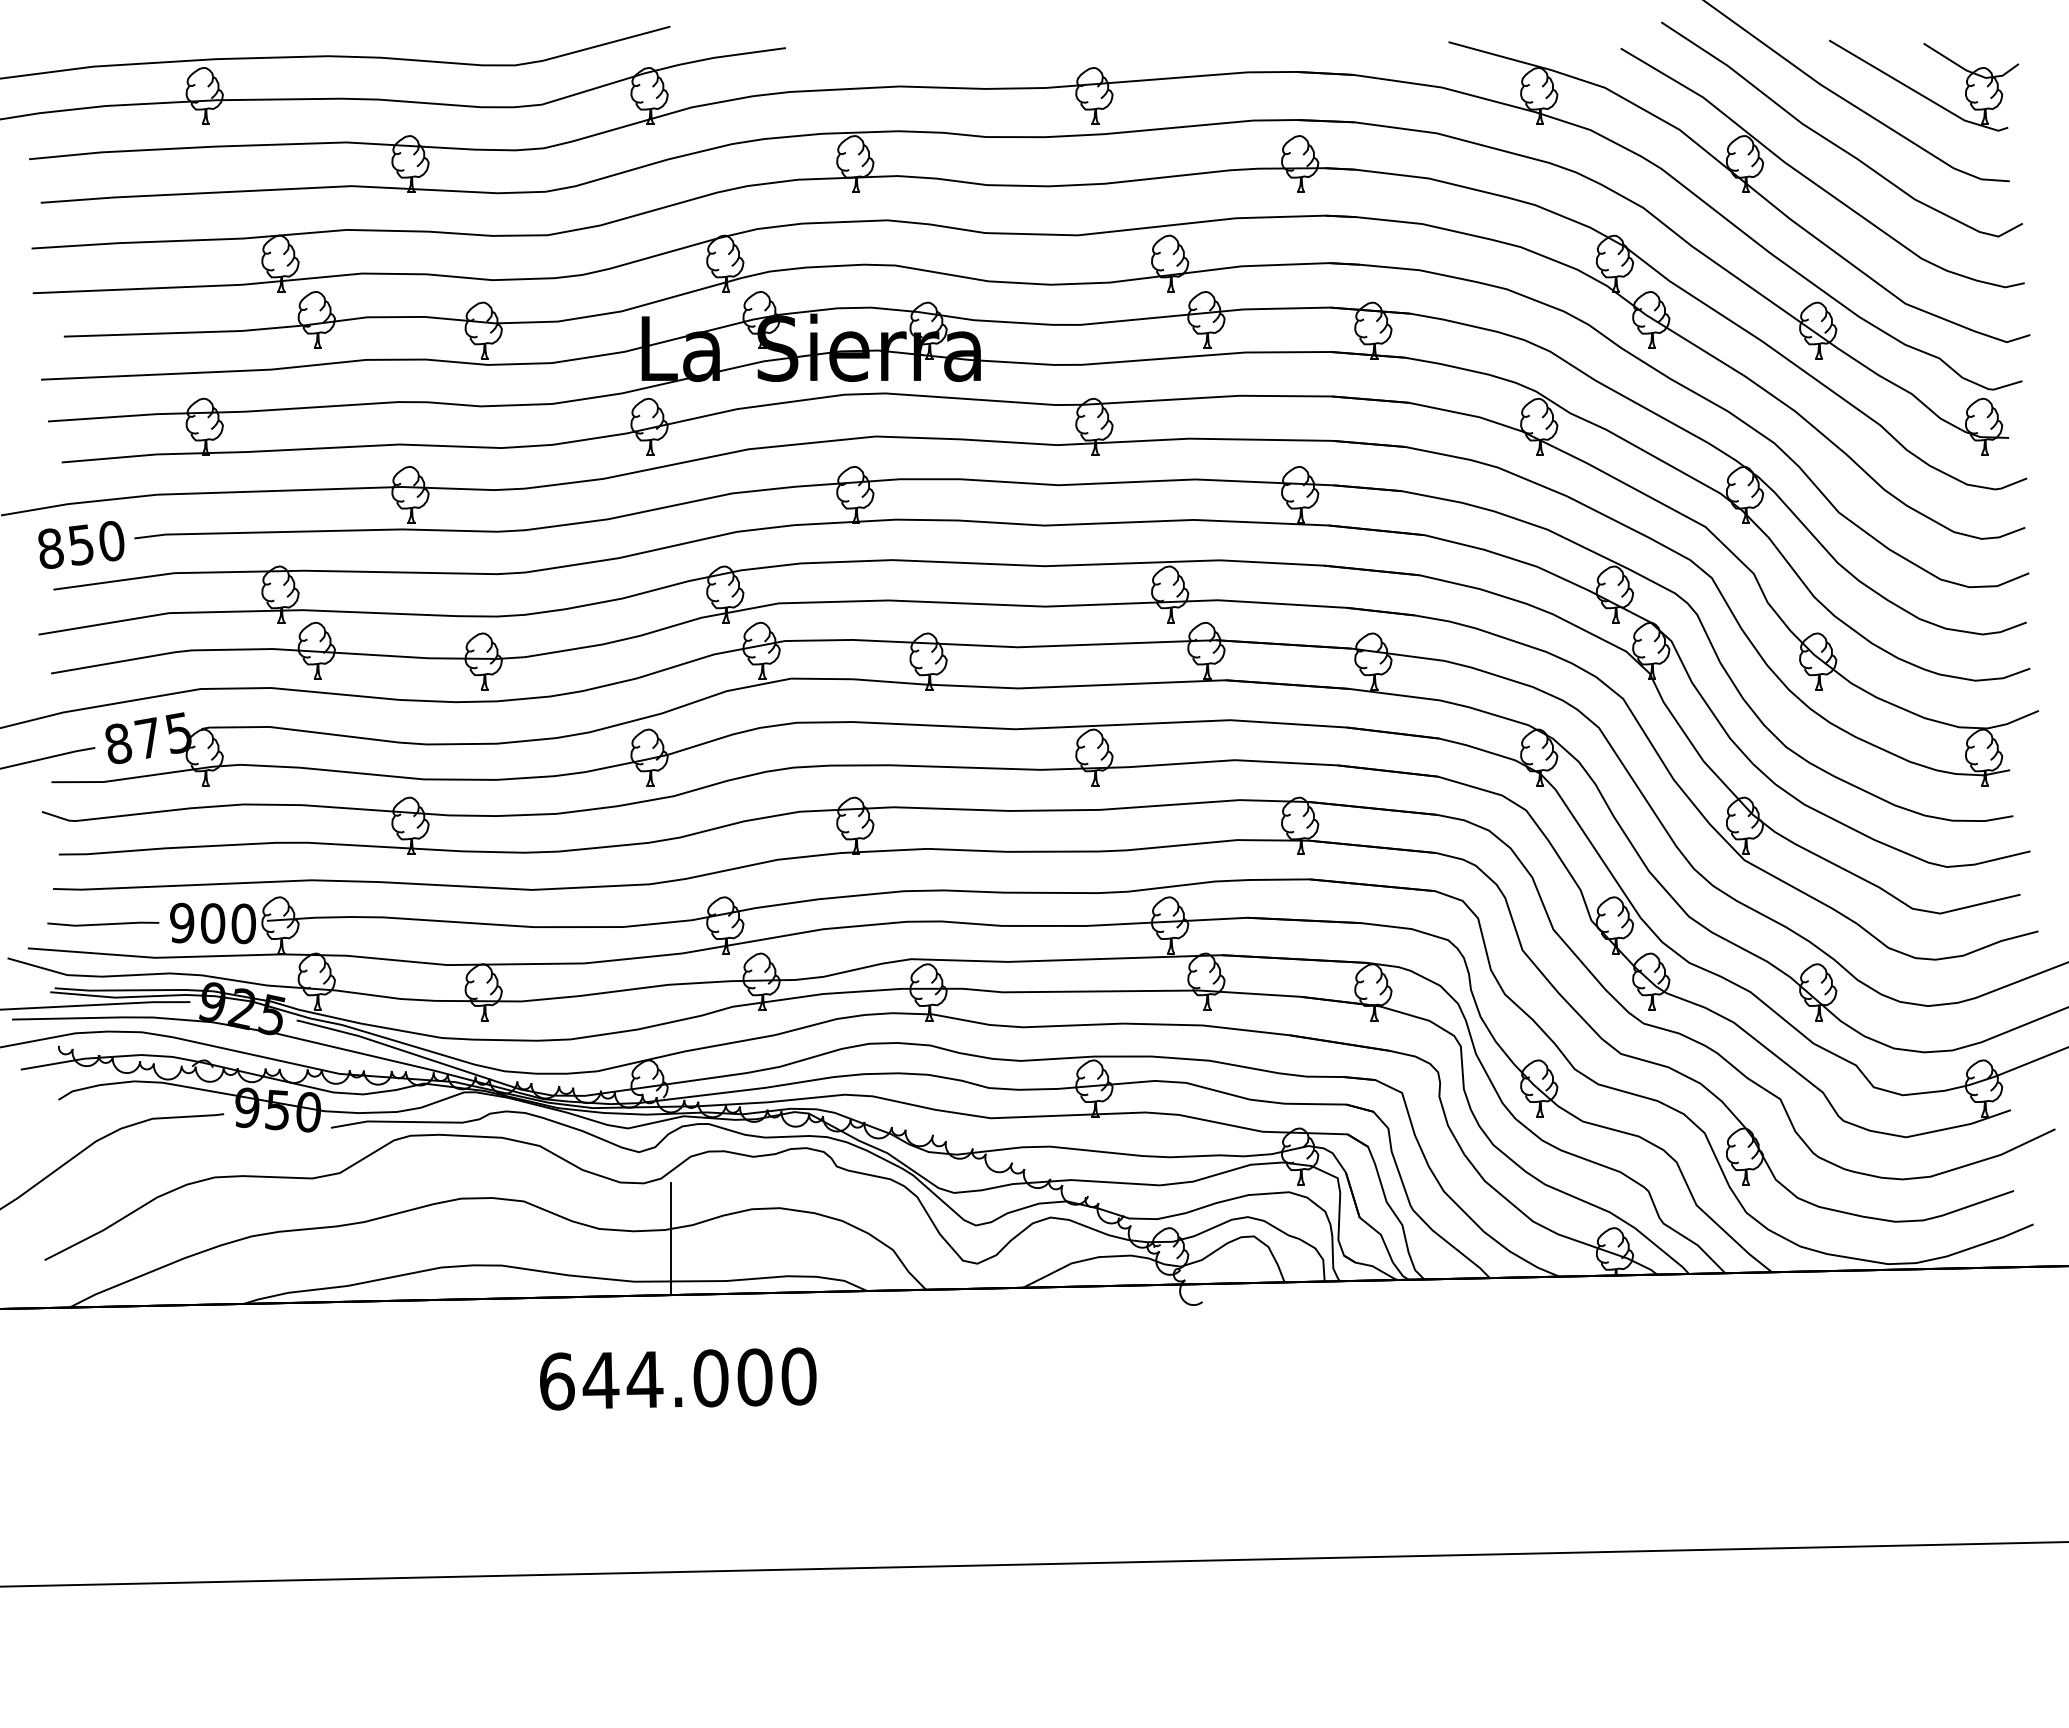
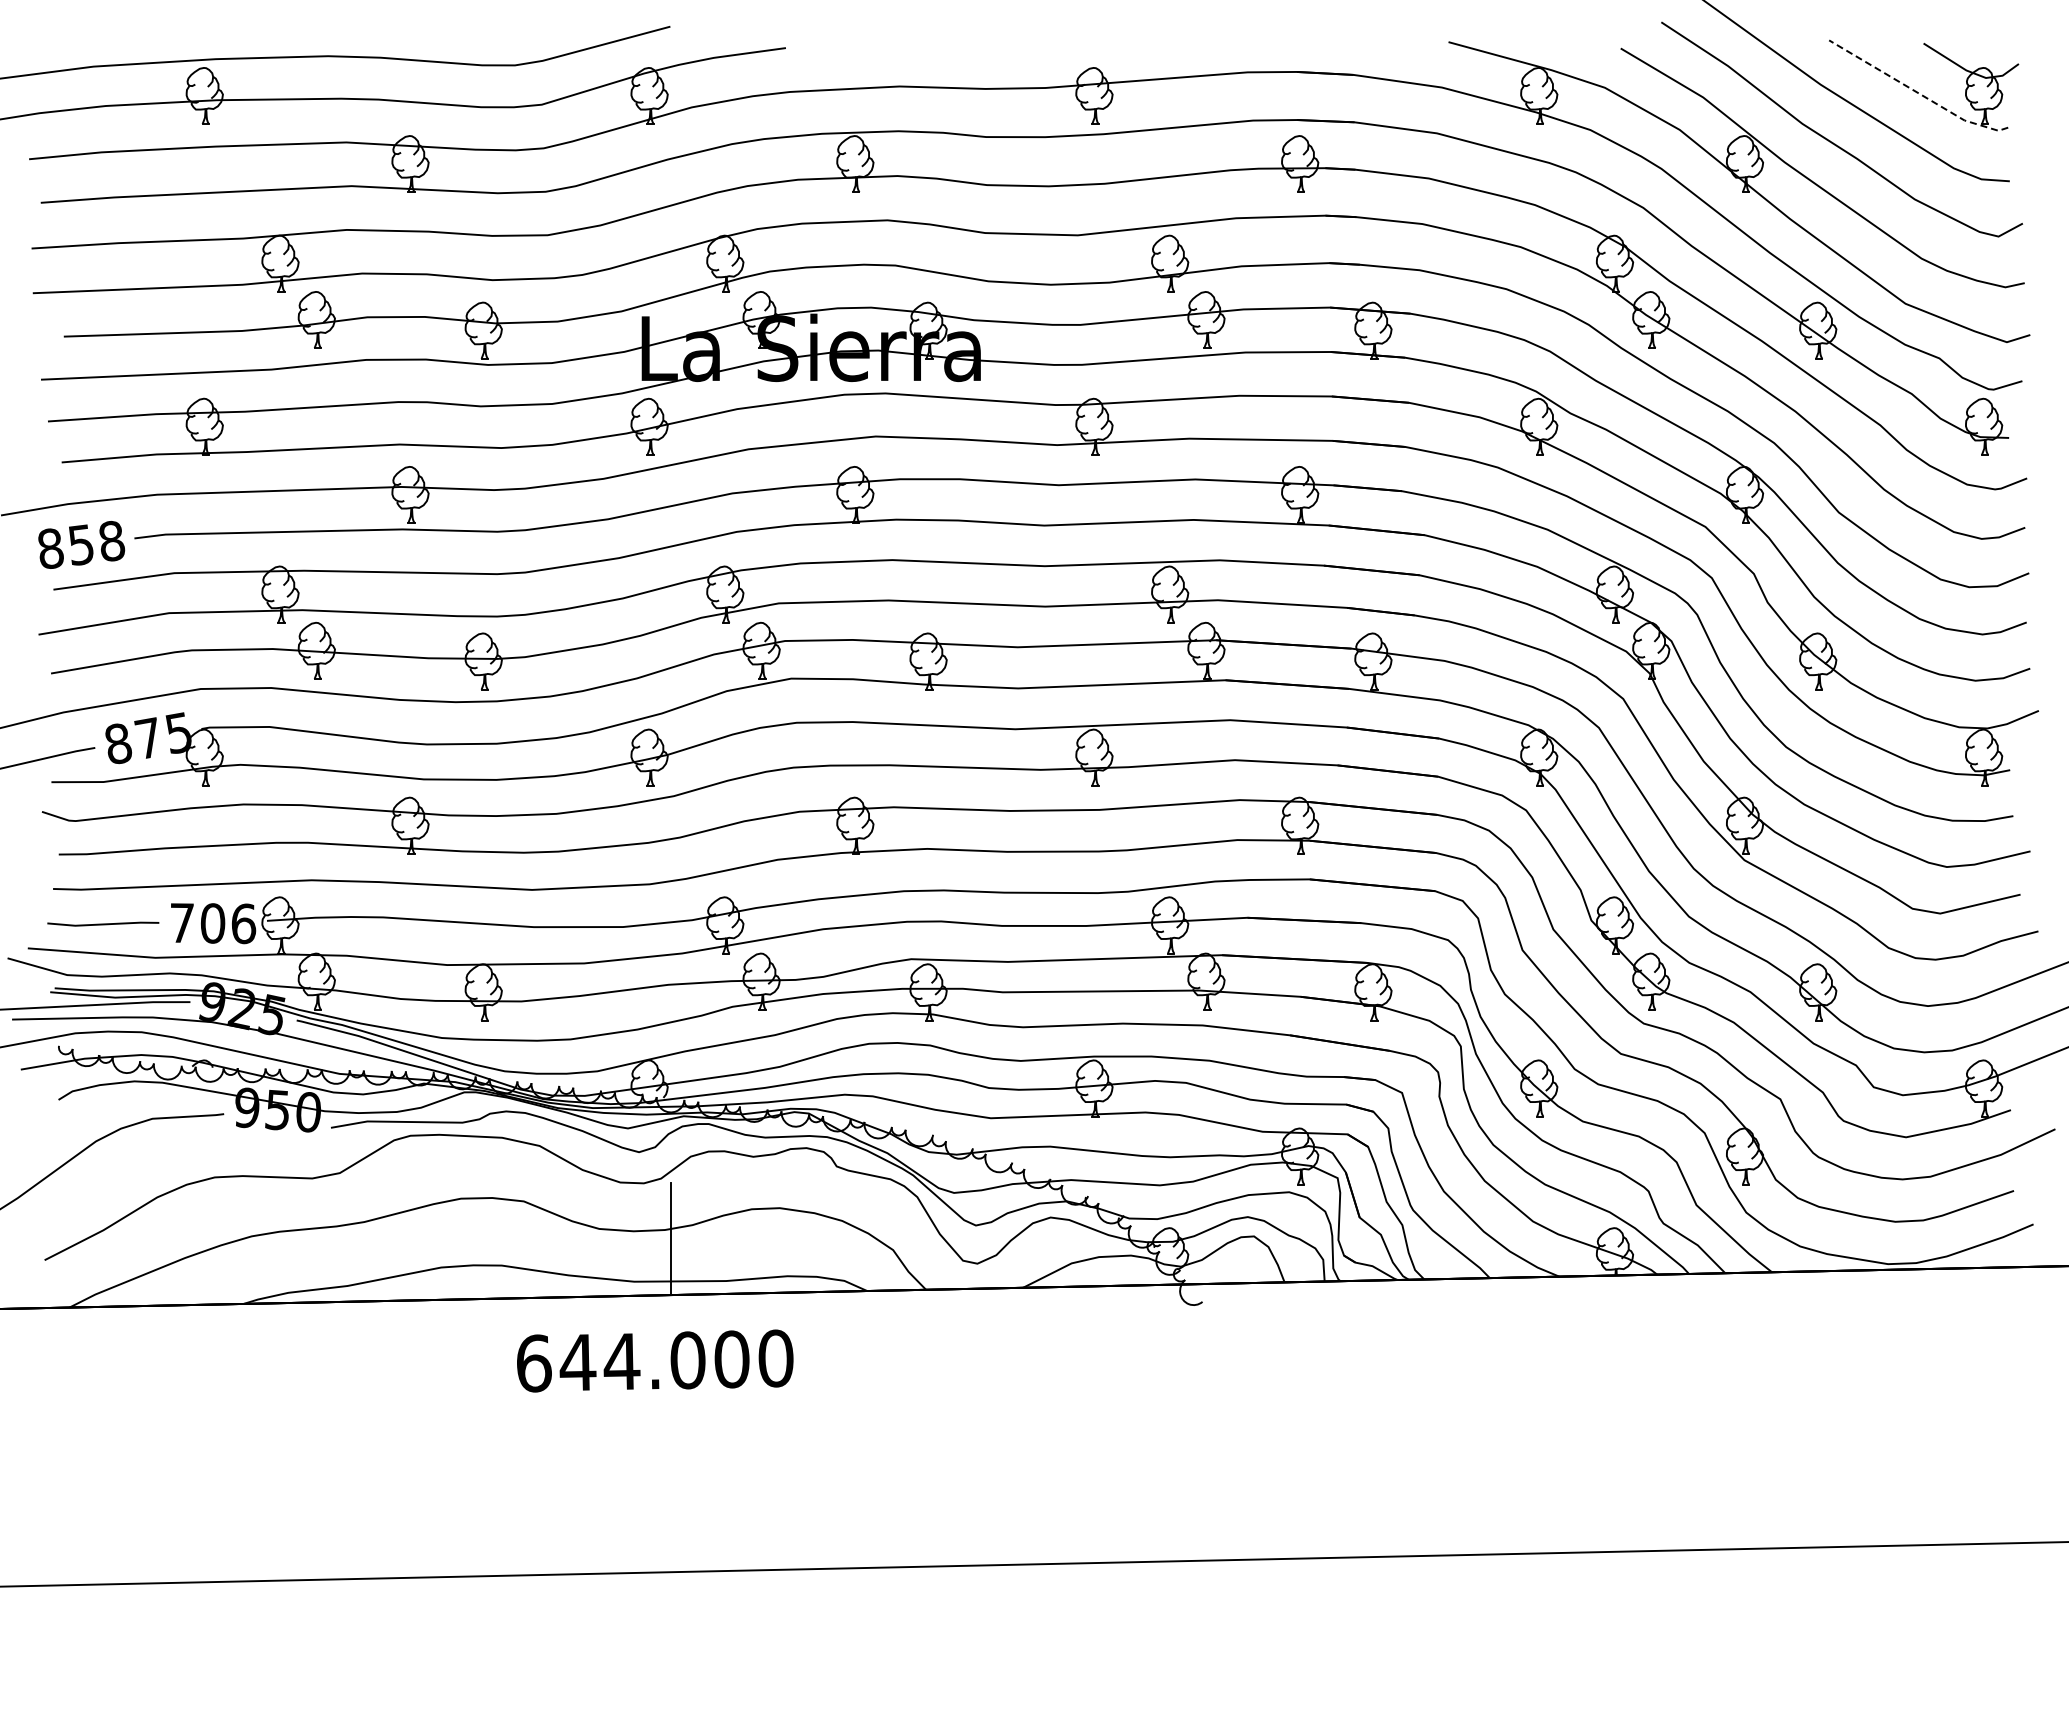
line at (1917, 92): solid -> dashed
text at (112, 541): 850 -> 858
text at (213, 922): 900 -> 706
text at (678, 1378) position: (678, 1378) -> (655, 1360)
